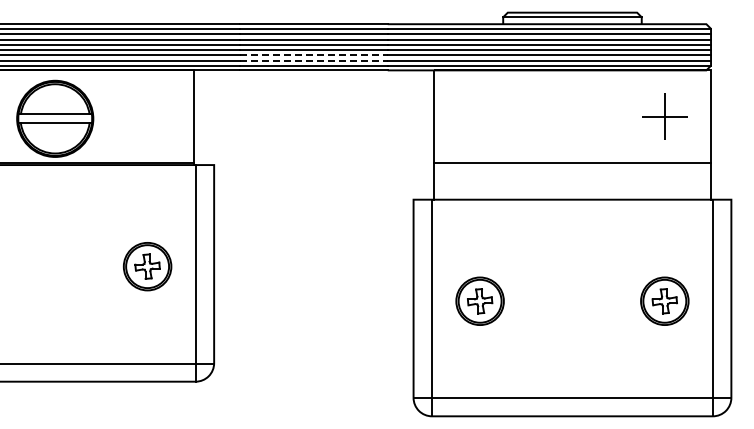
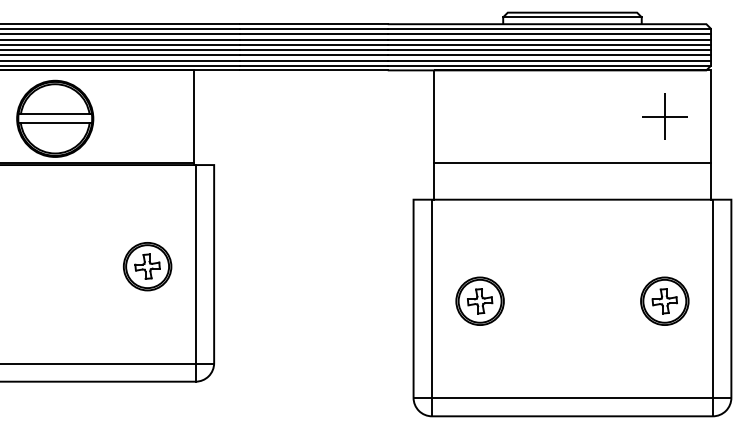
line at (313, 55): dashed -> solid
line at (313, 61): dashed -> solid
